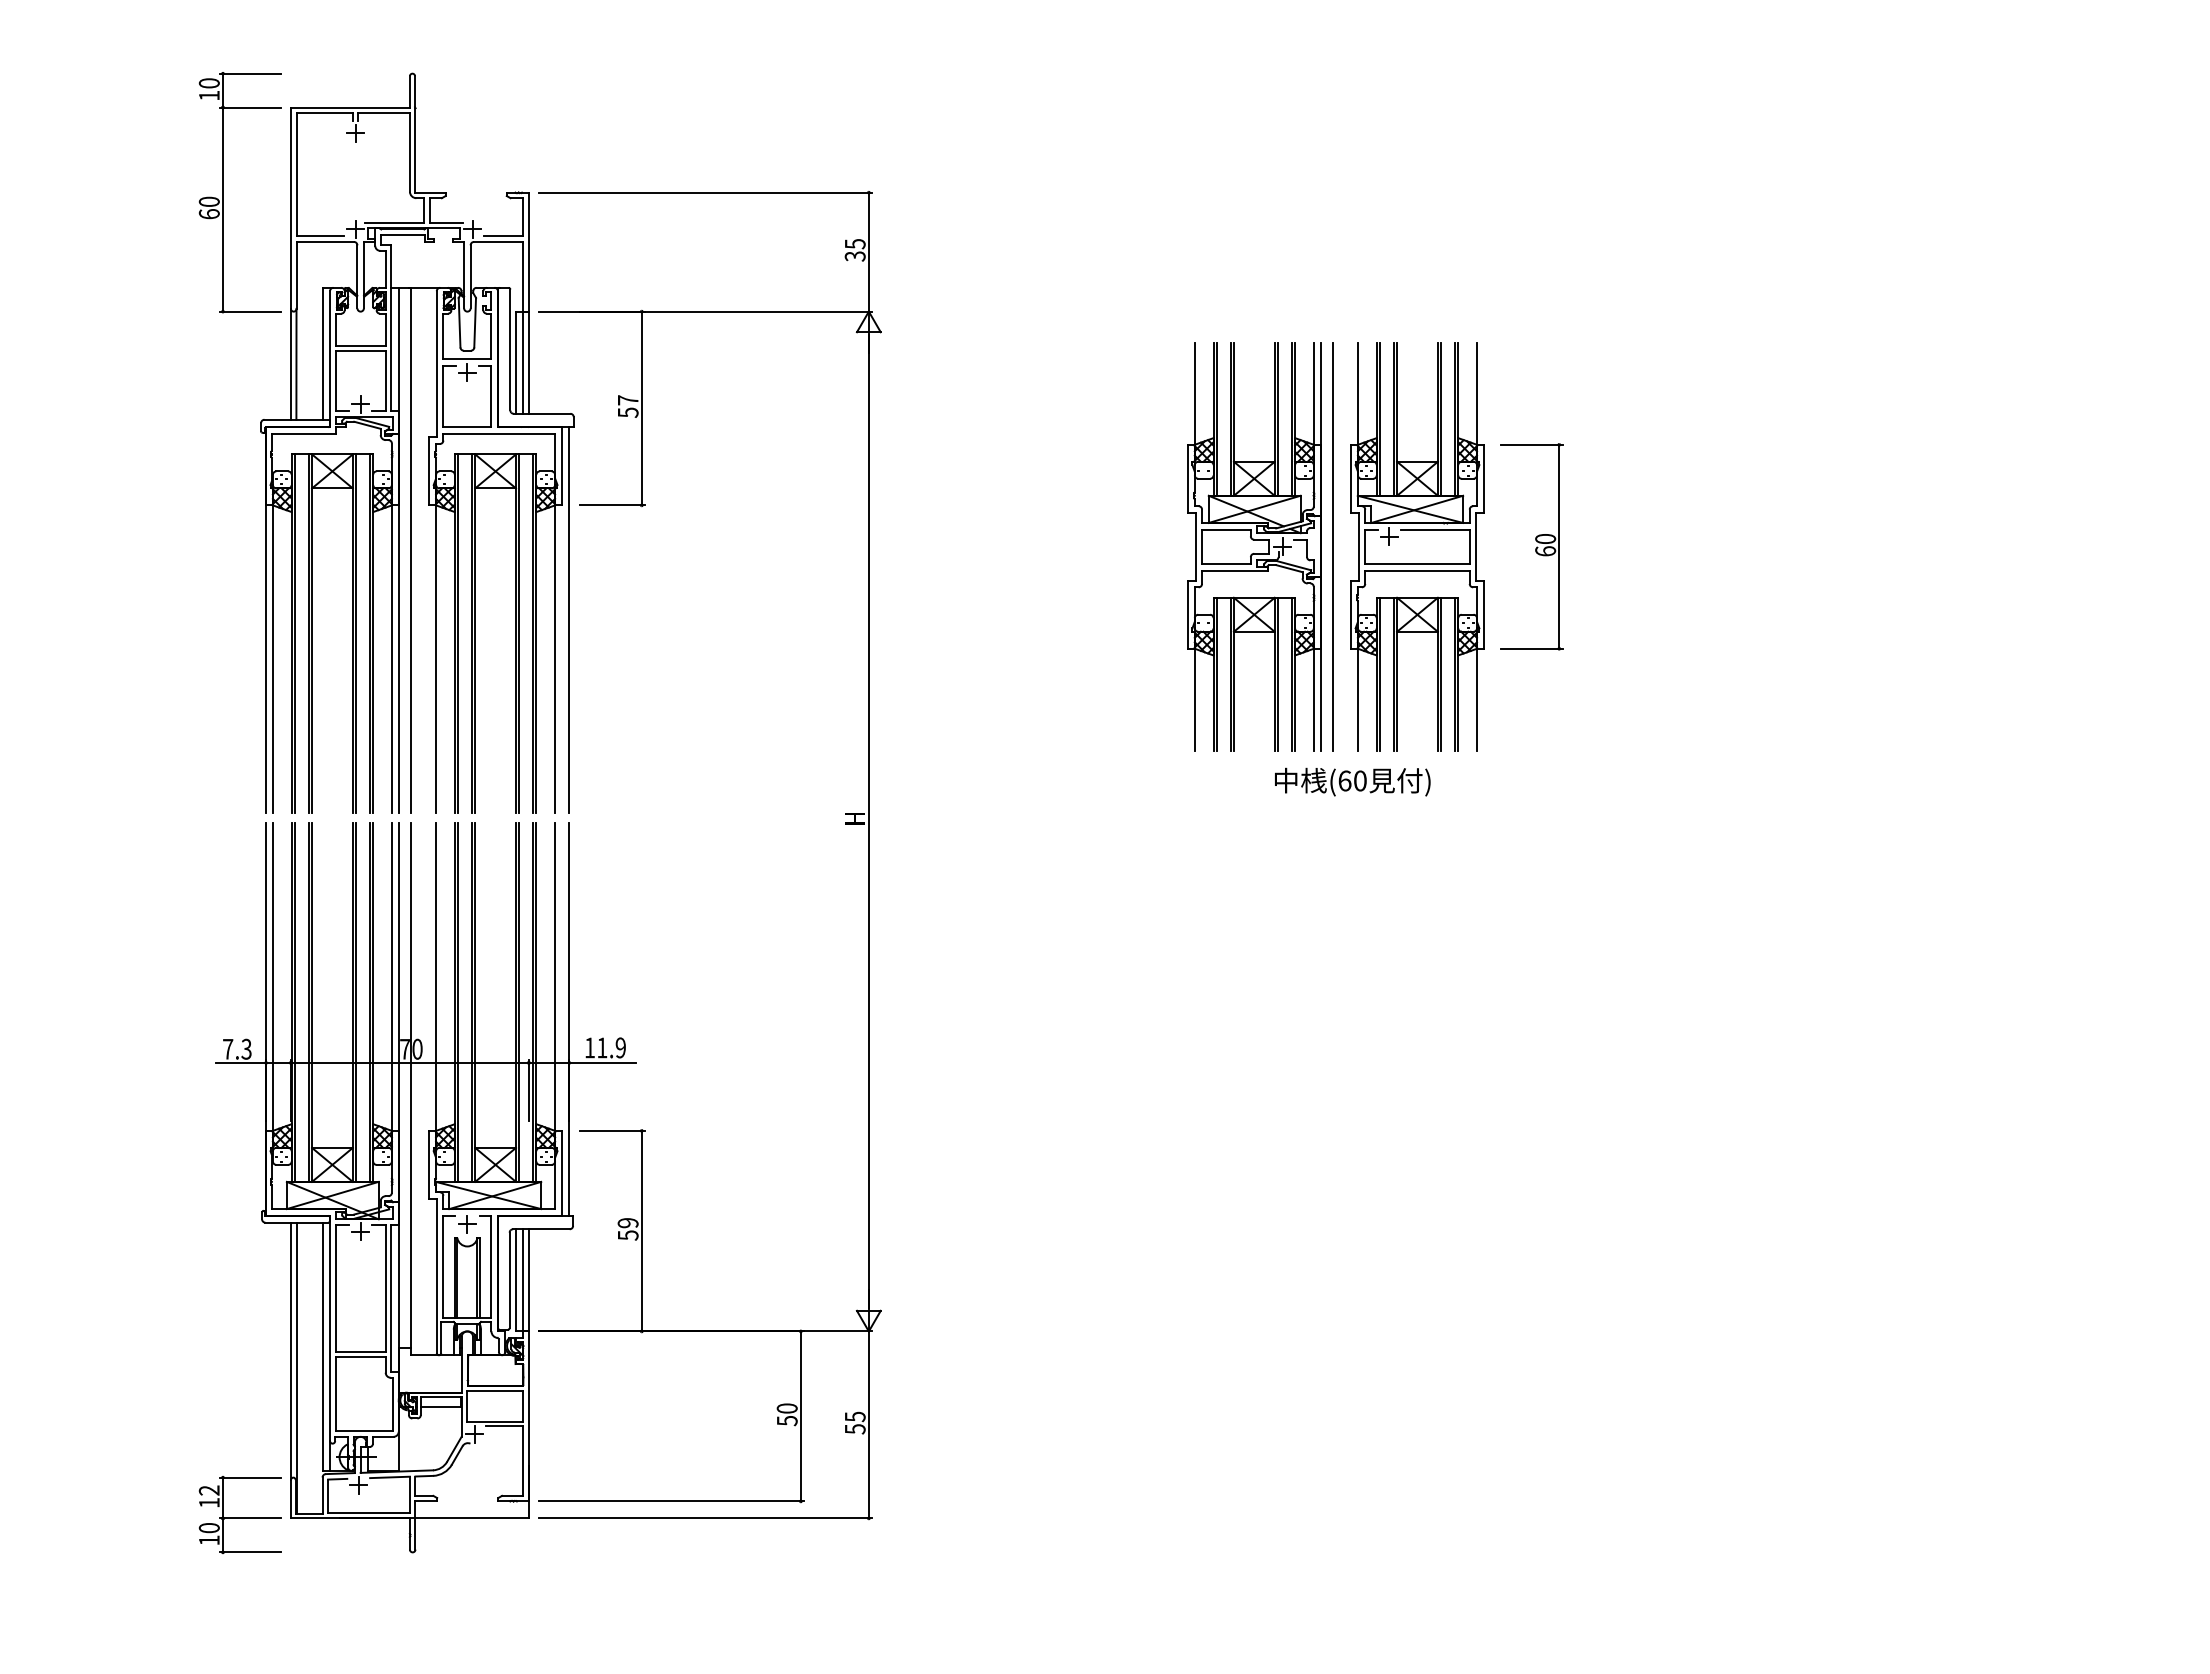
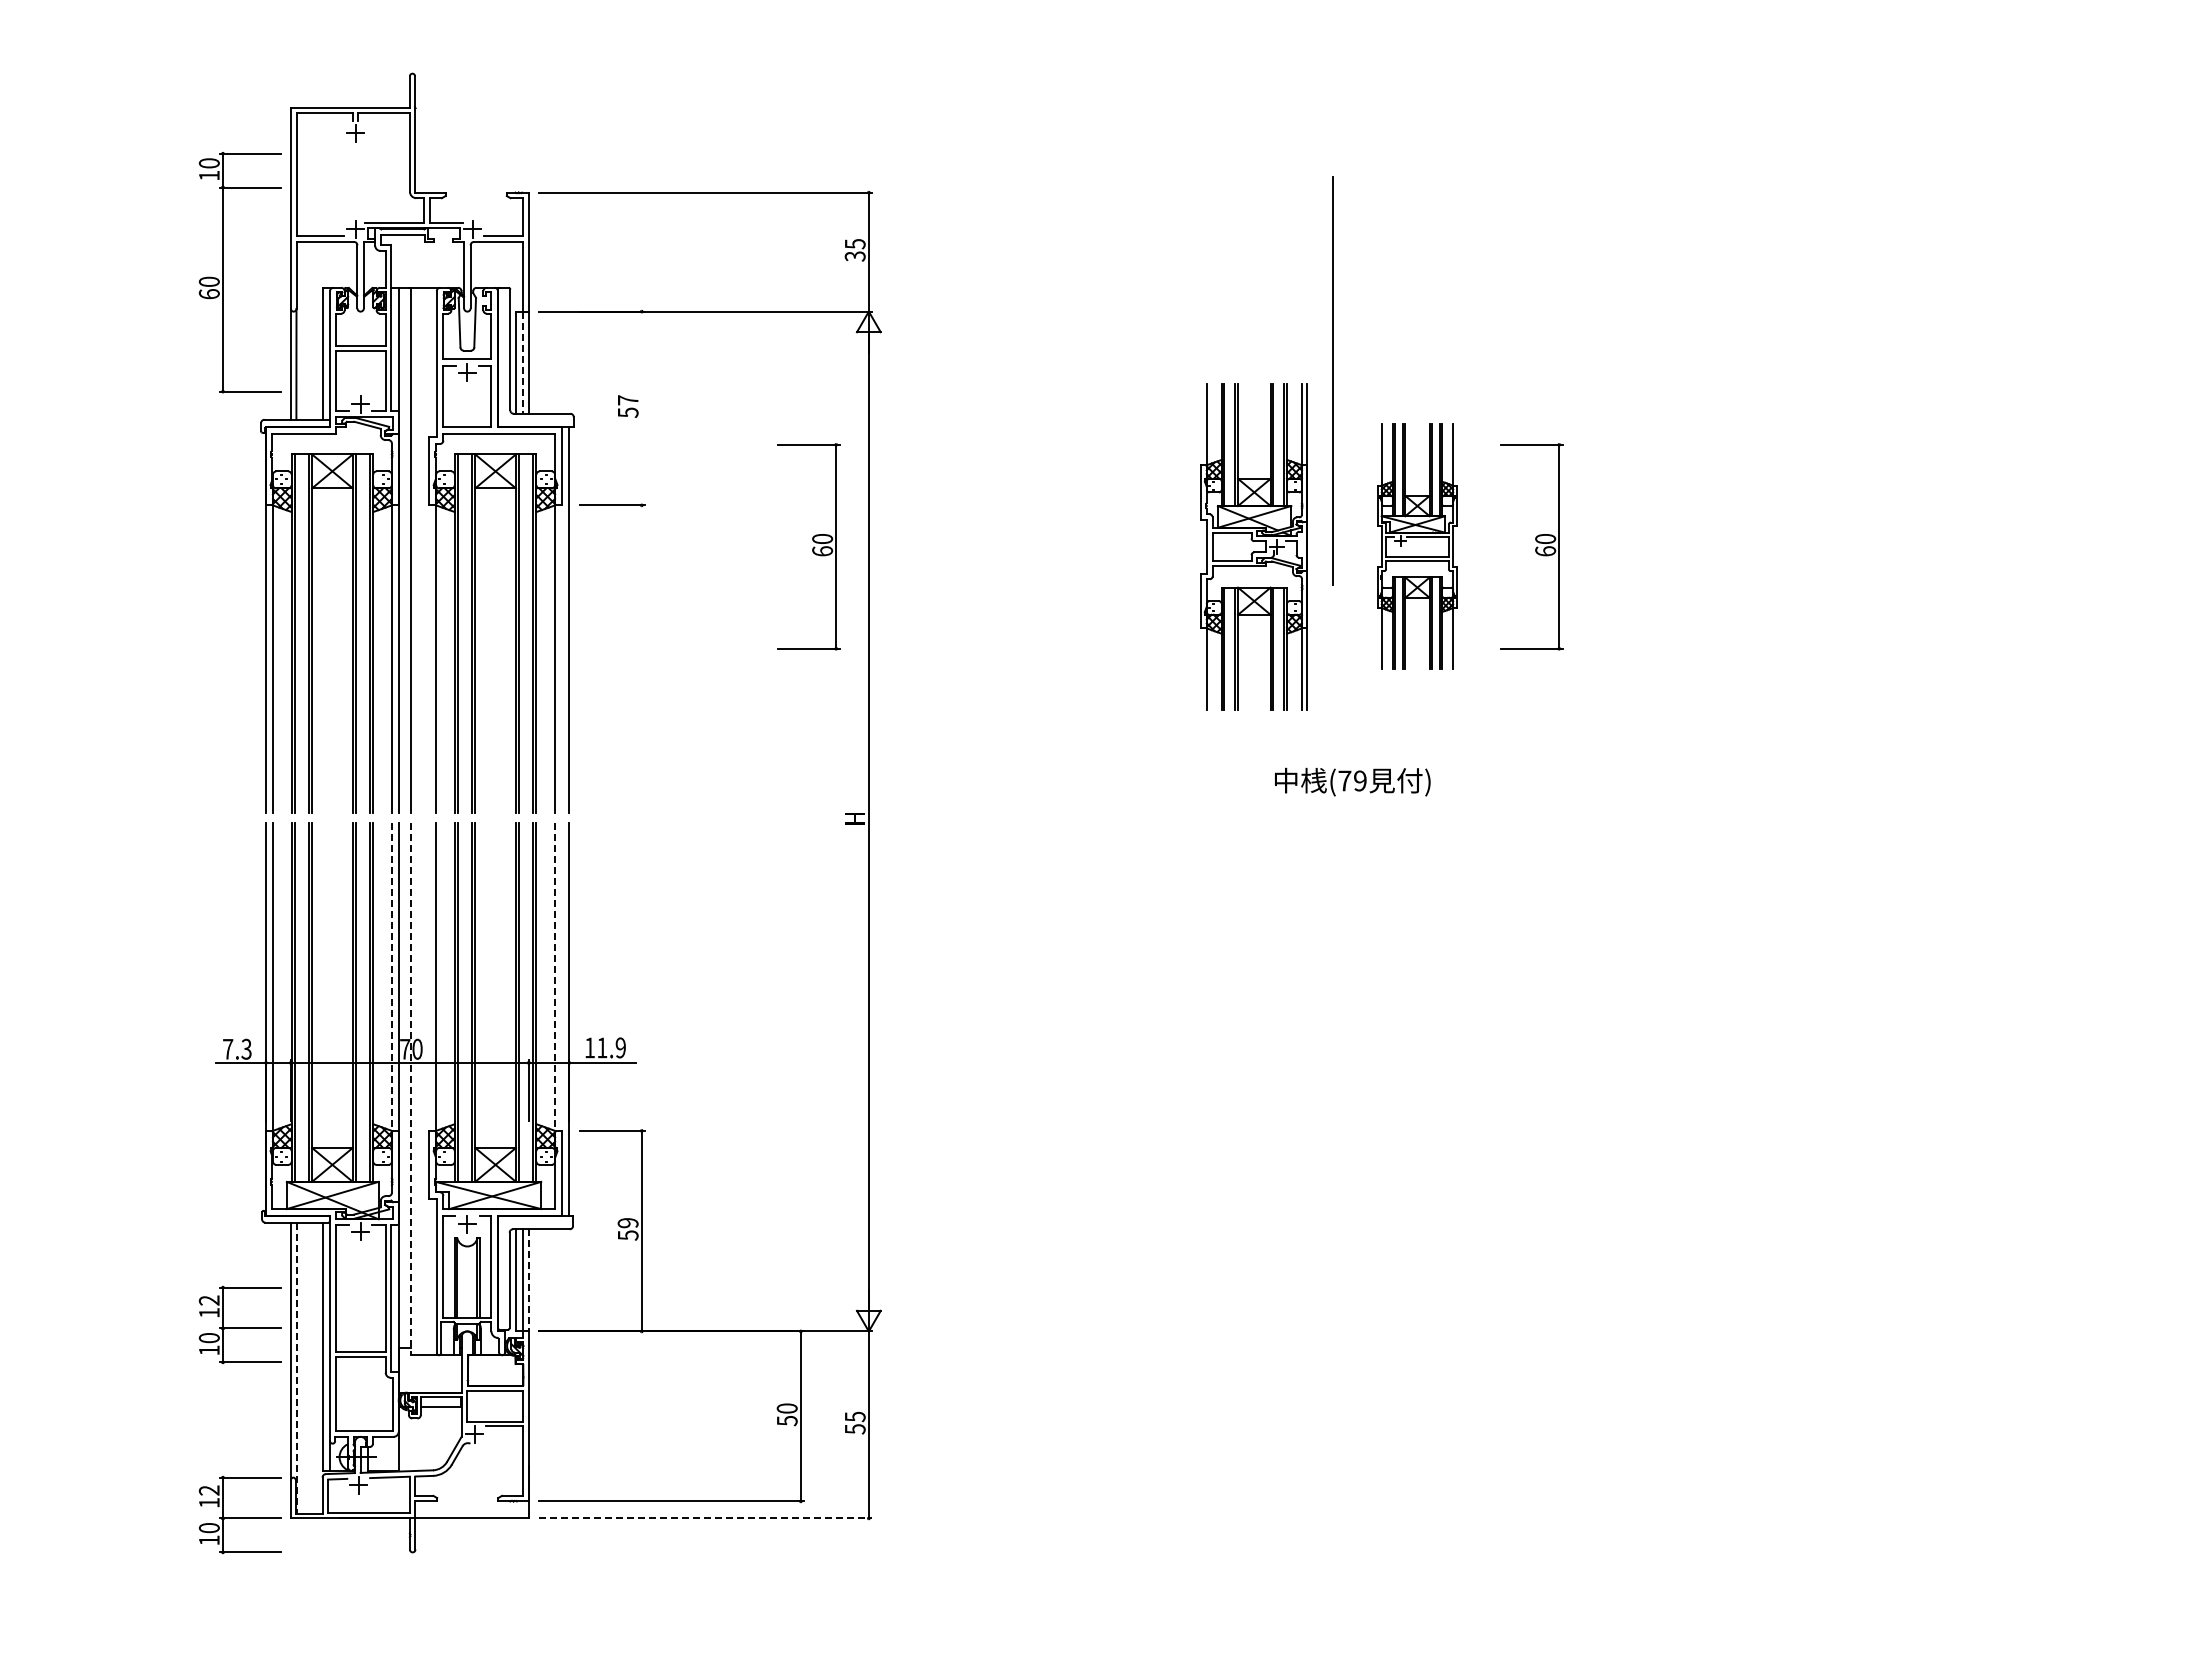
part at (223, 192) position: (223, 192) -> (223, 272)
line at (523, 363): solid -> dashed
line at (641, 408): present -> none
part at (808, 546): none -> present
part at (1254, 546) size: 135x410 px -> 108x328 px
line at (1332, 546) position: (1332, 546) -> (1332, 380)
part at (1417, 546) size: 135x410 px -> 81x247 px
text at (1352, 780): (60 -> (79
line at (391, 977): solid -> dashed
line at (555, 977): solid -> dashed
line at (410, 1089): solid -> dashed
line at (528, 1280): solid -> dashed
part at (239, 1324): none -> present
line at (296, 1368): solid -> dashed
line at (705, 1518): solid -> dashed
